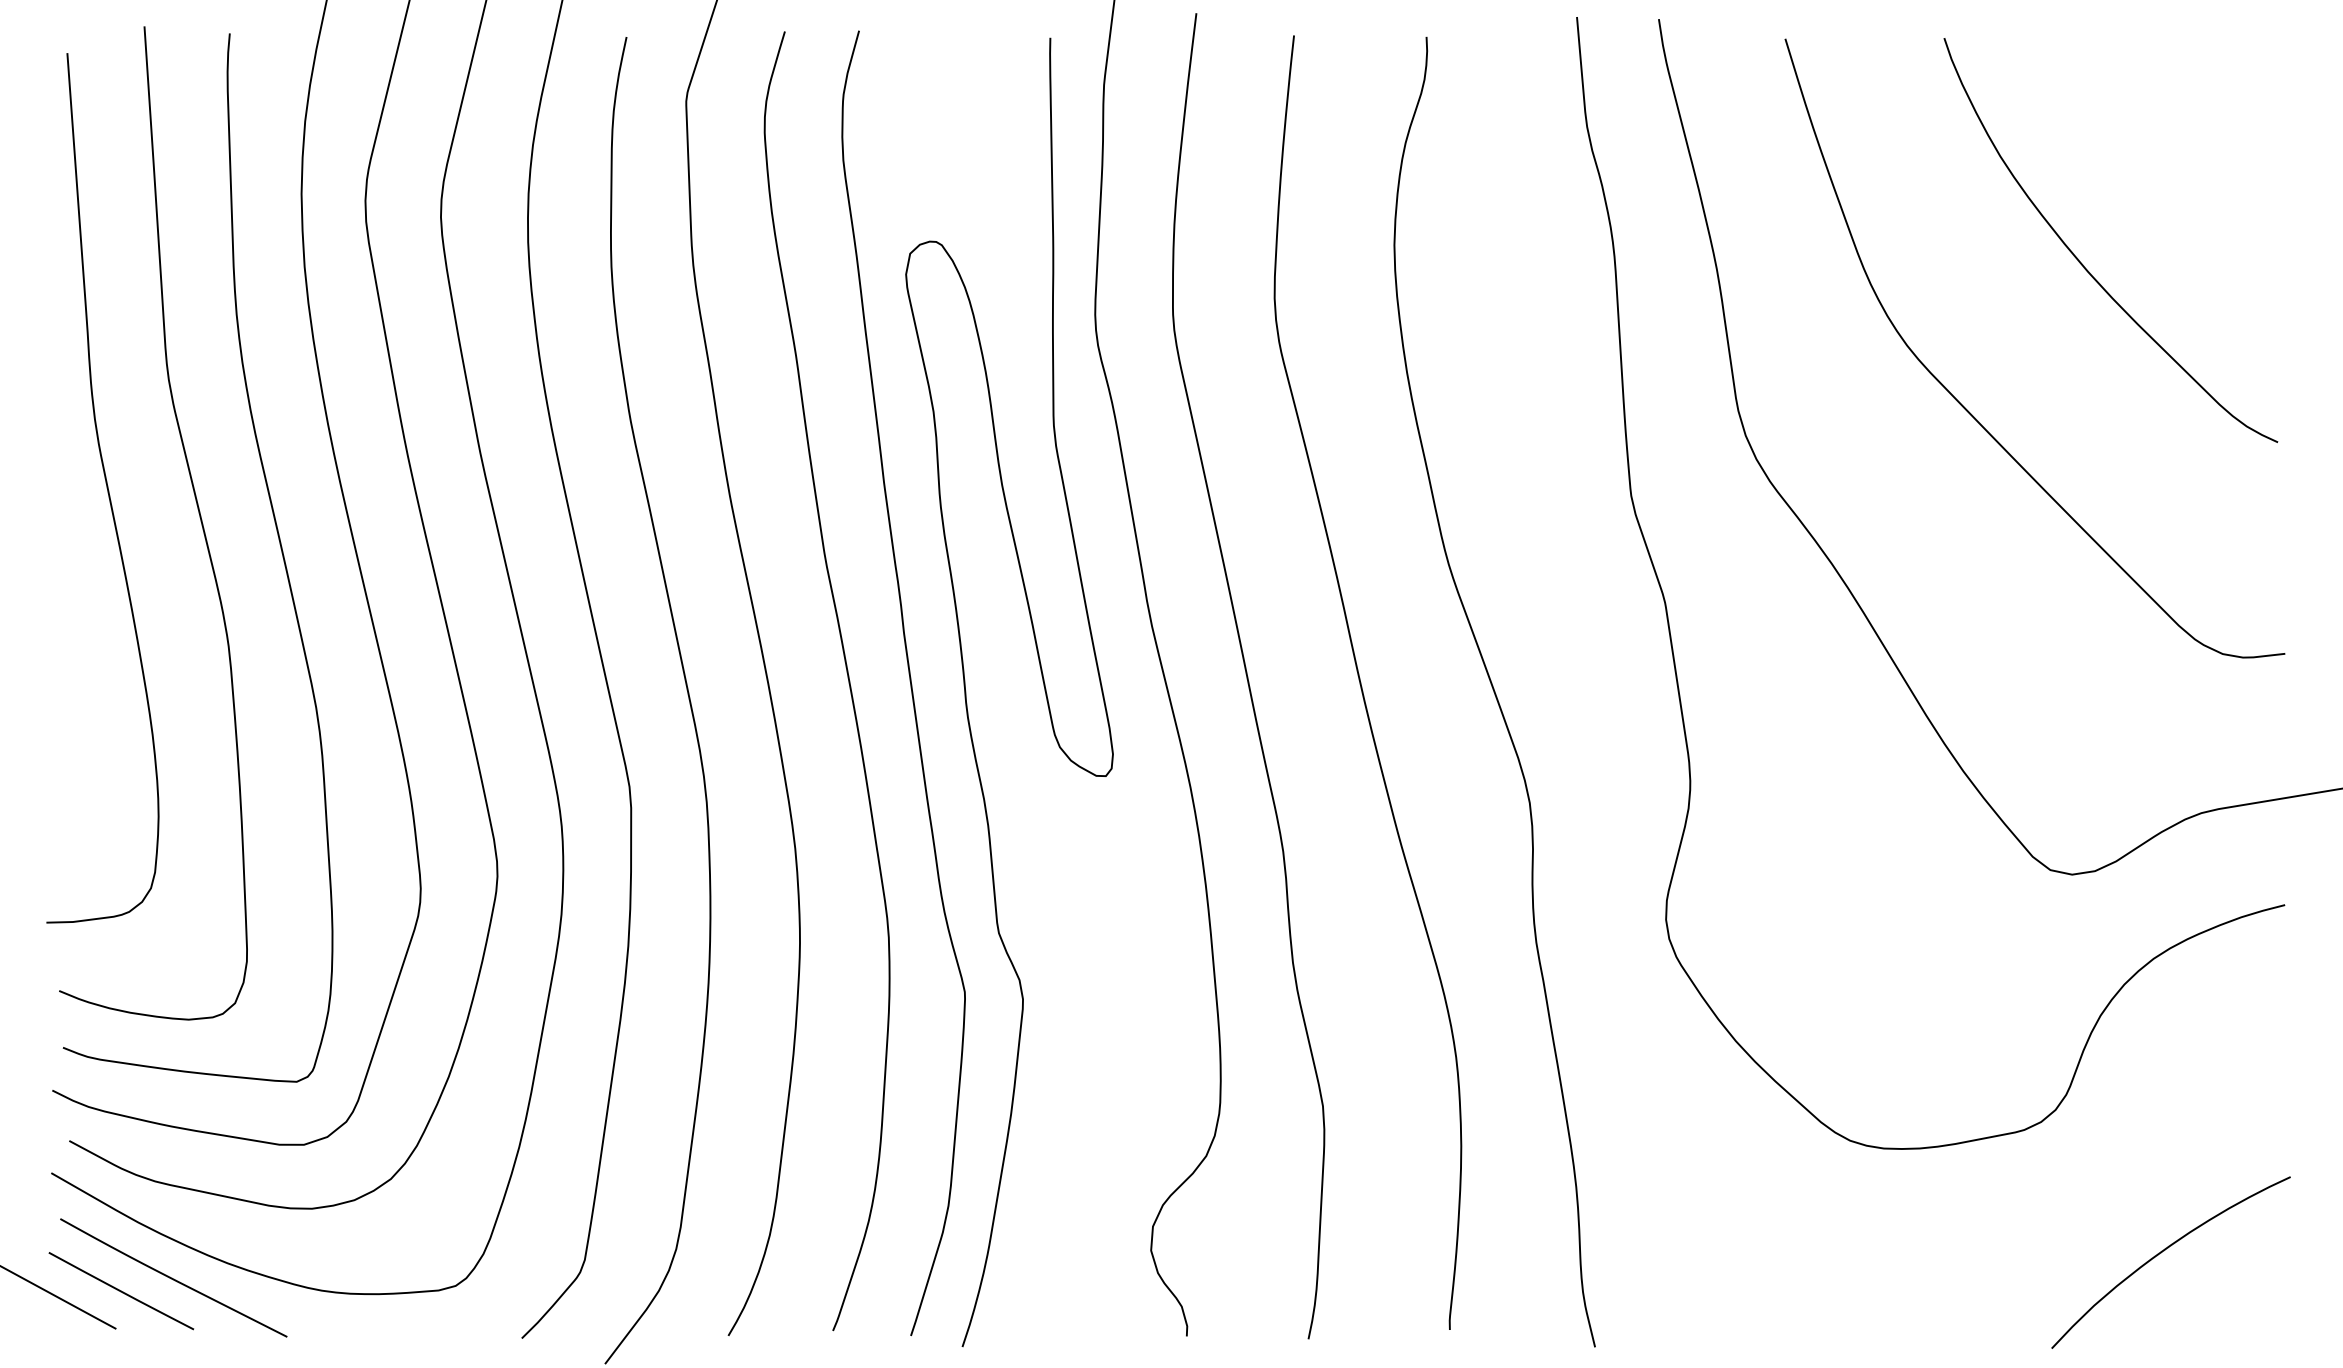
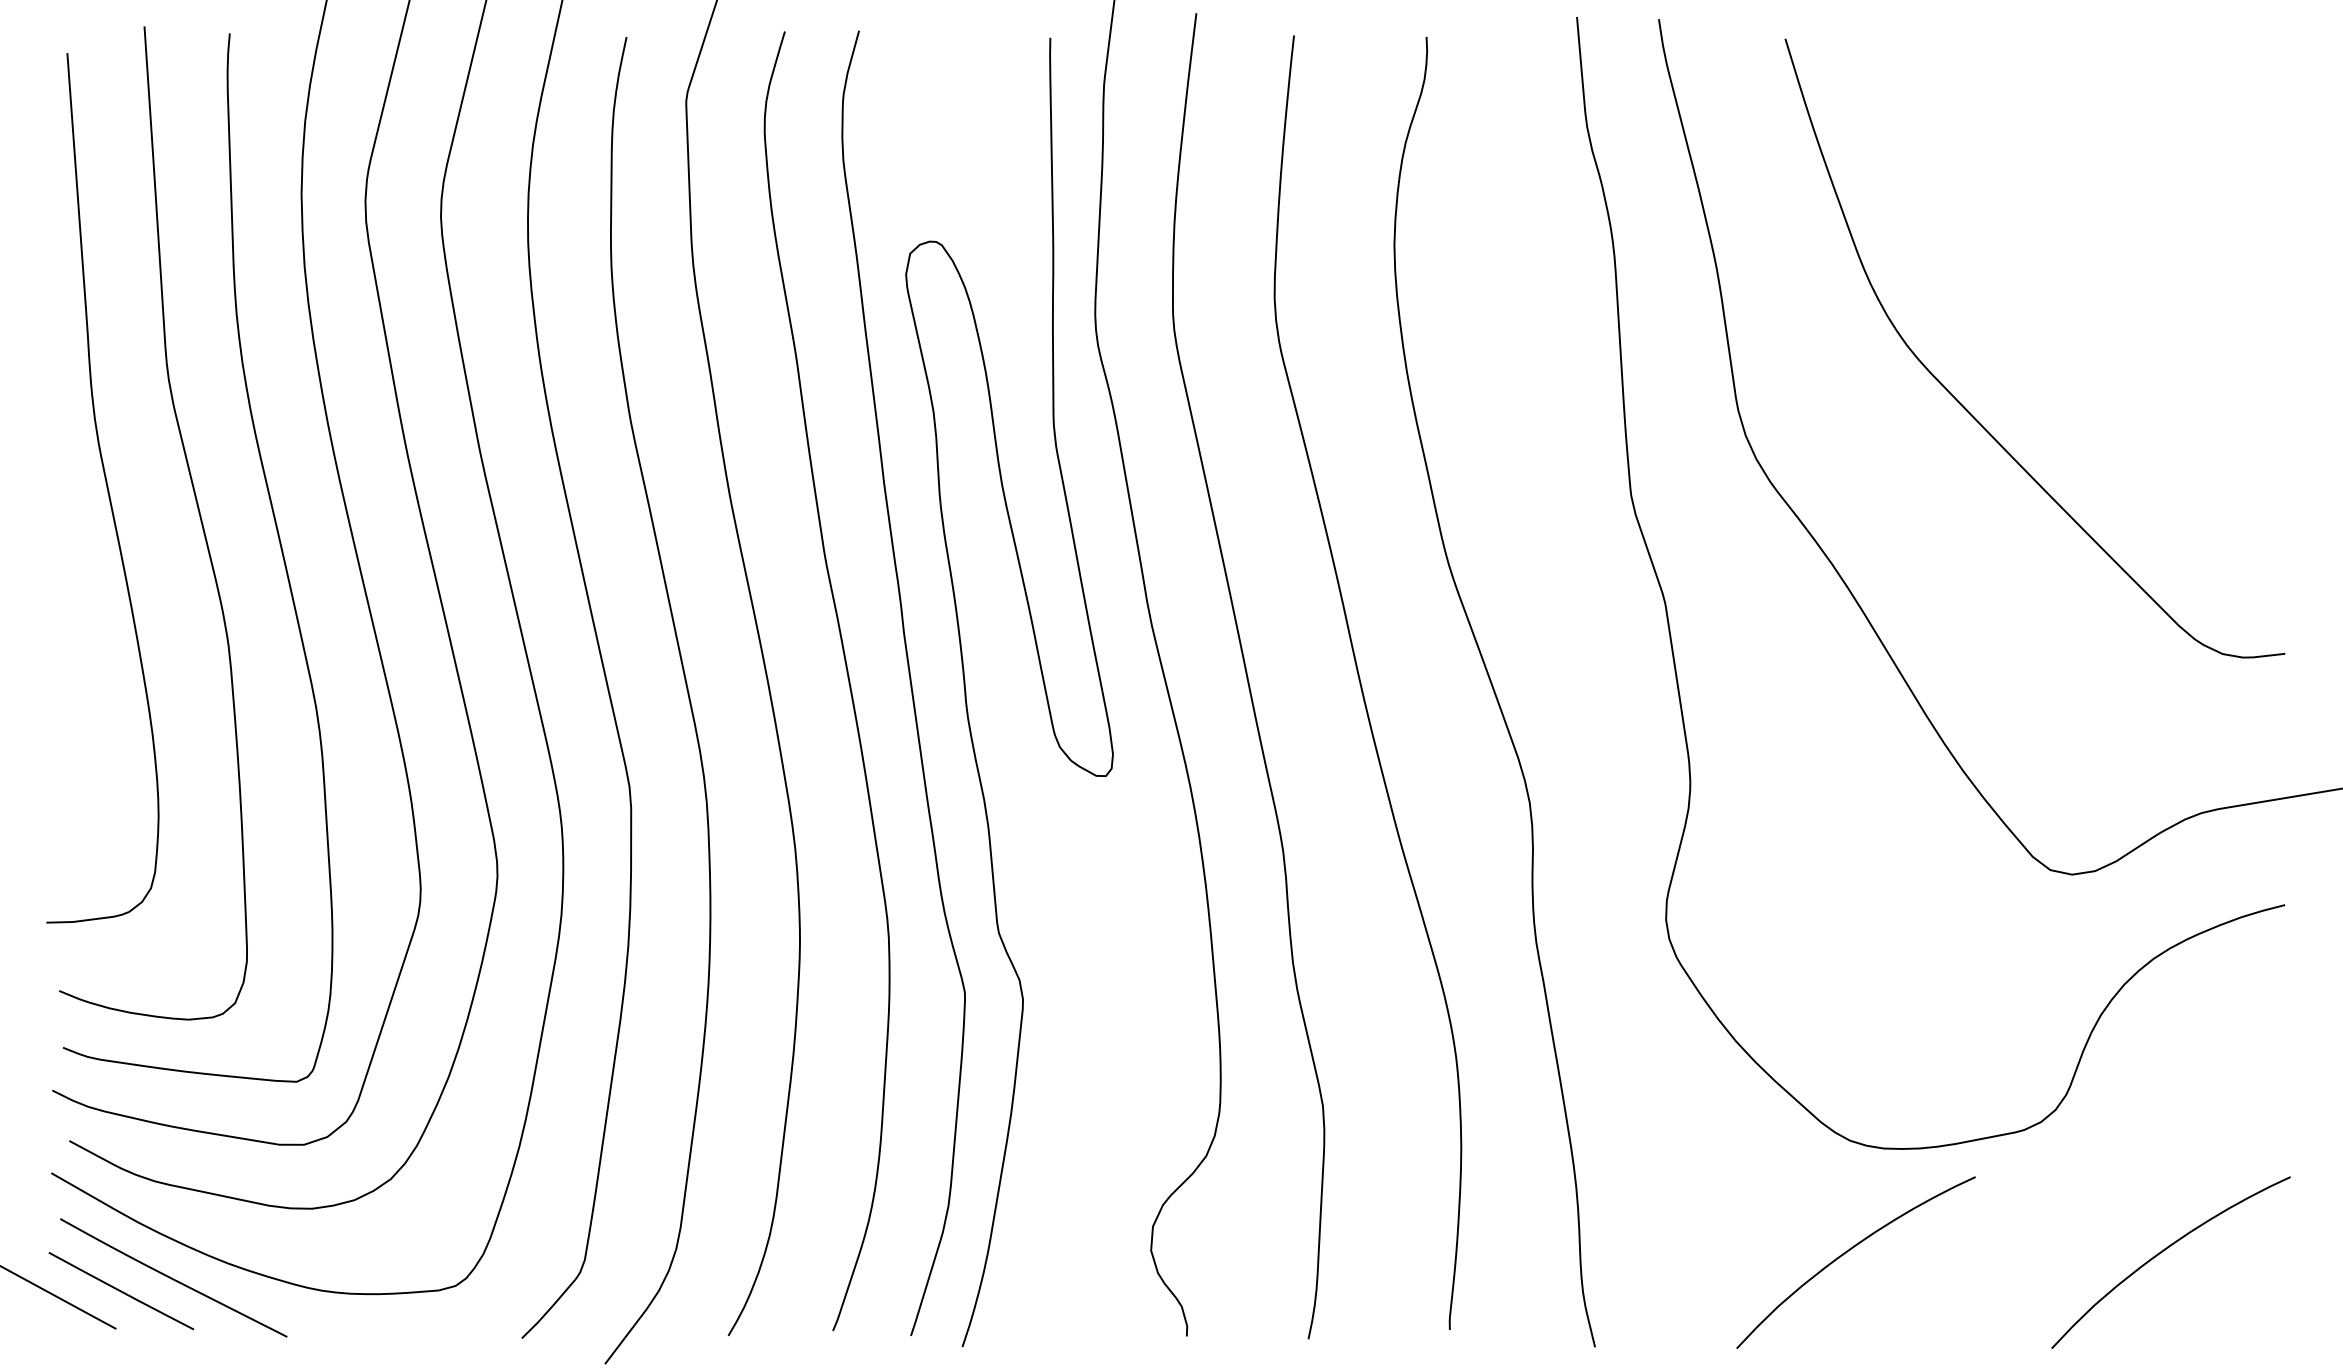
curve at (2083, 264): present -> none
curve at (1849, 1251): none -> present
